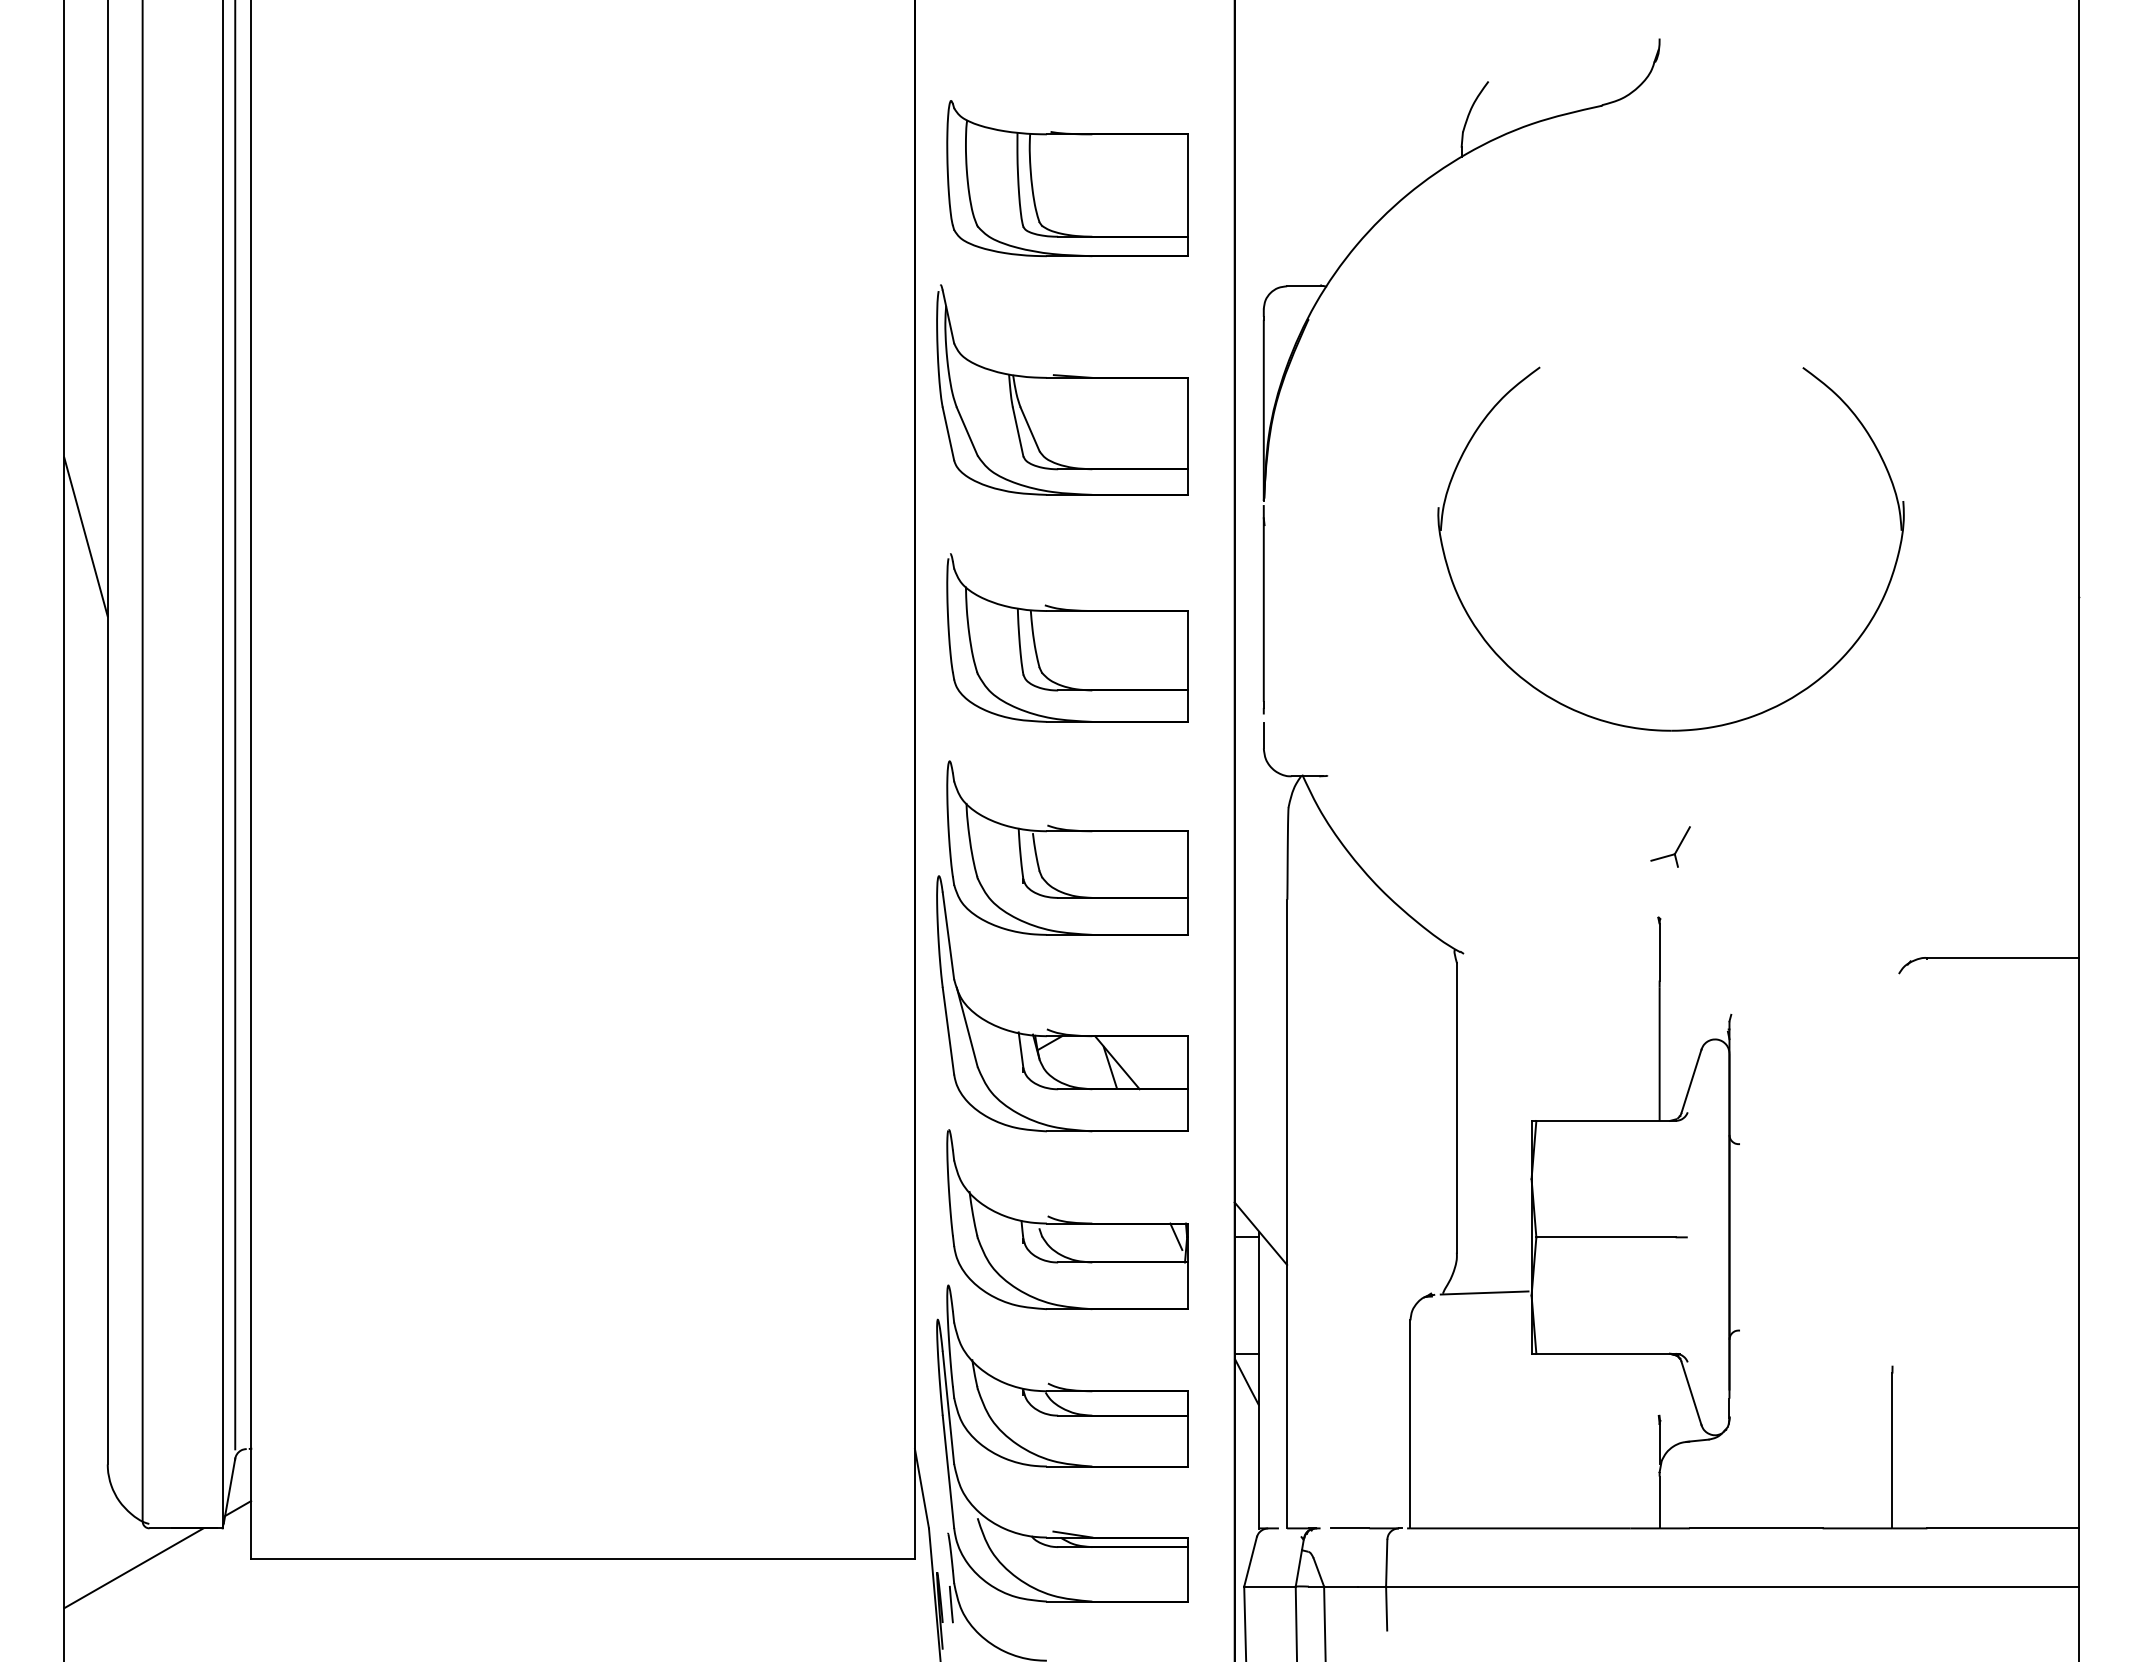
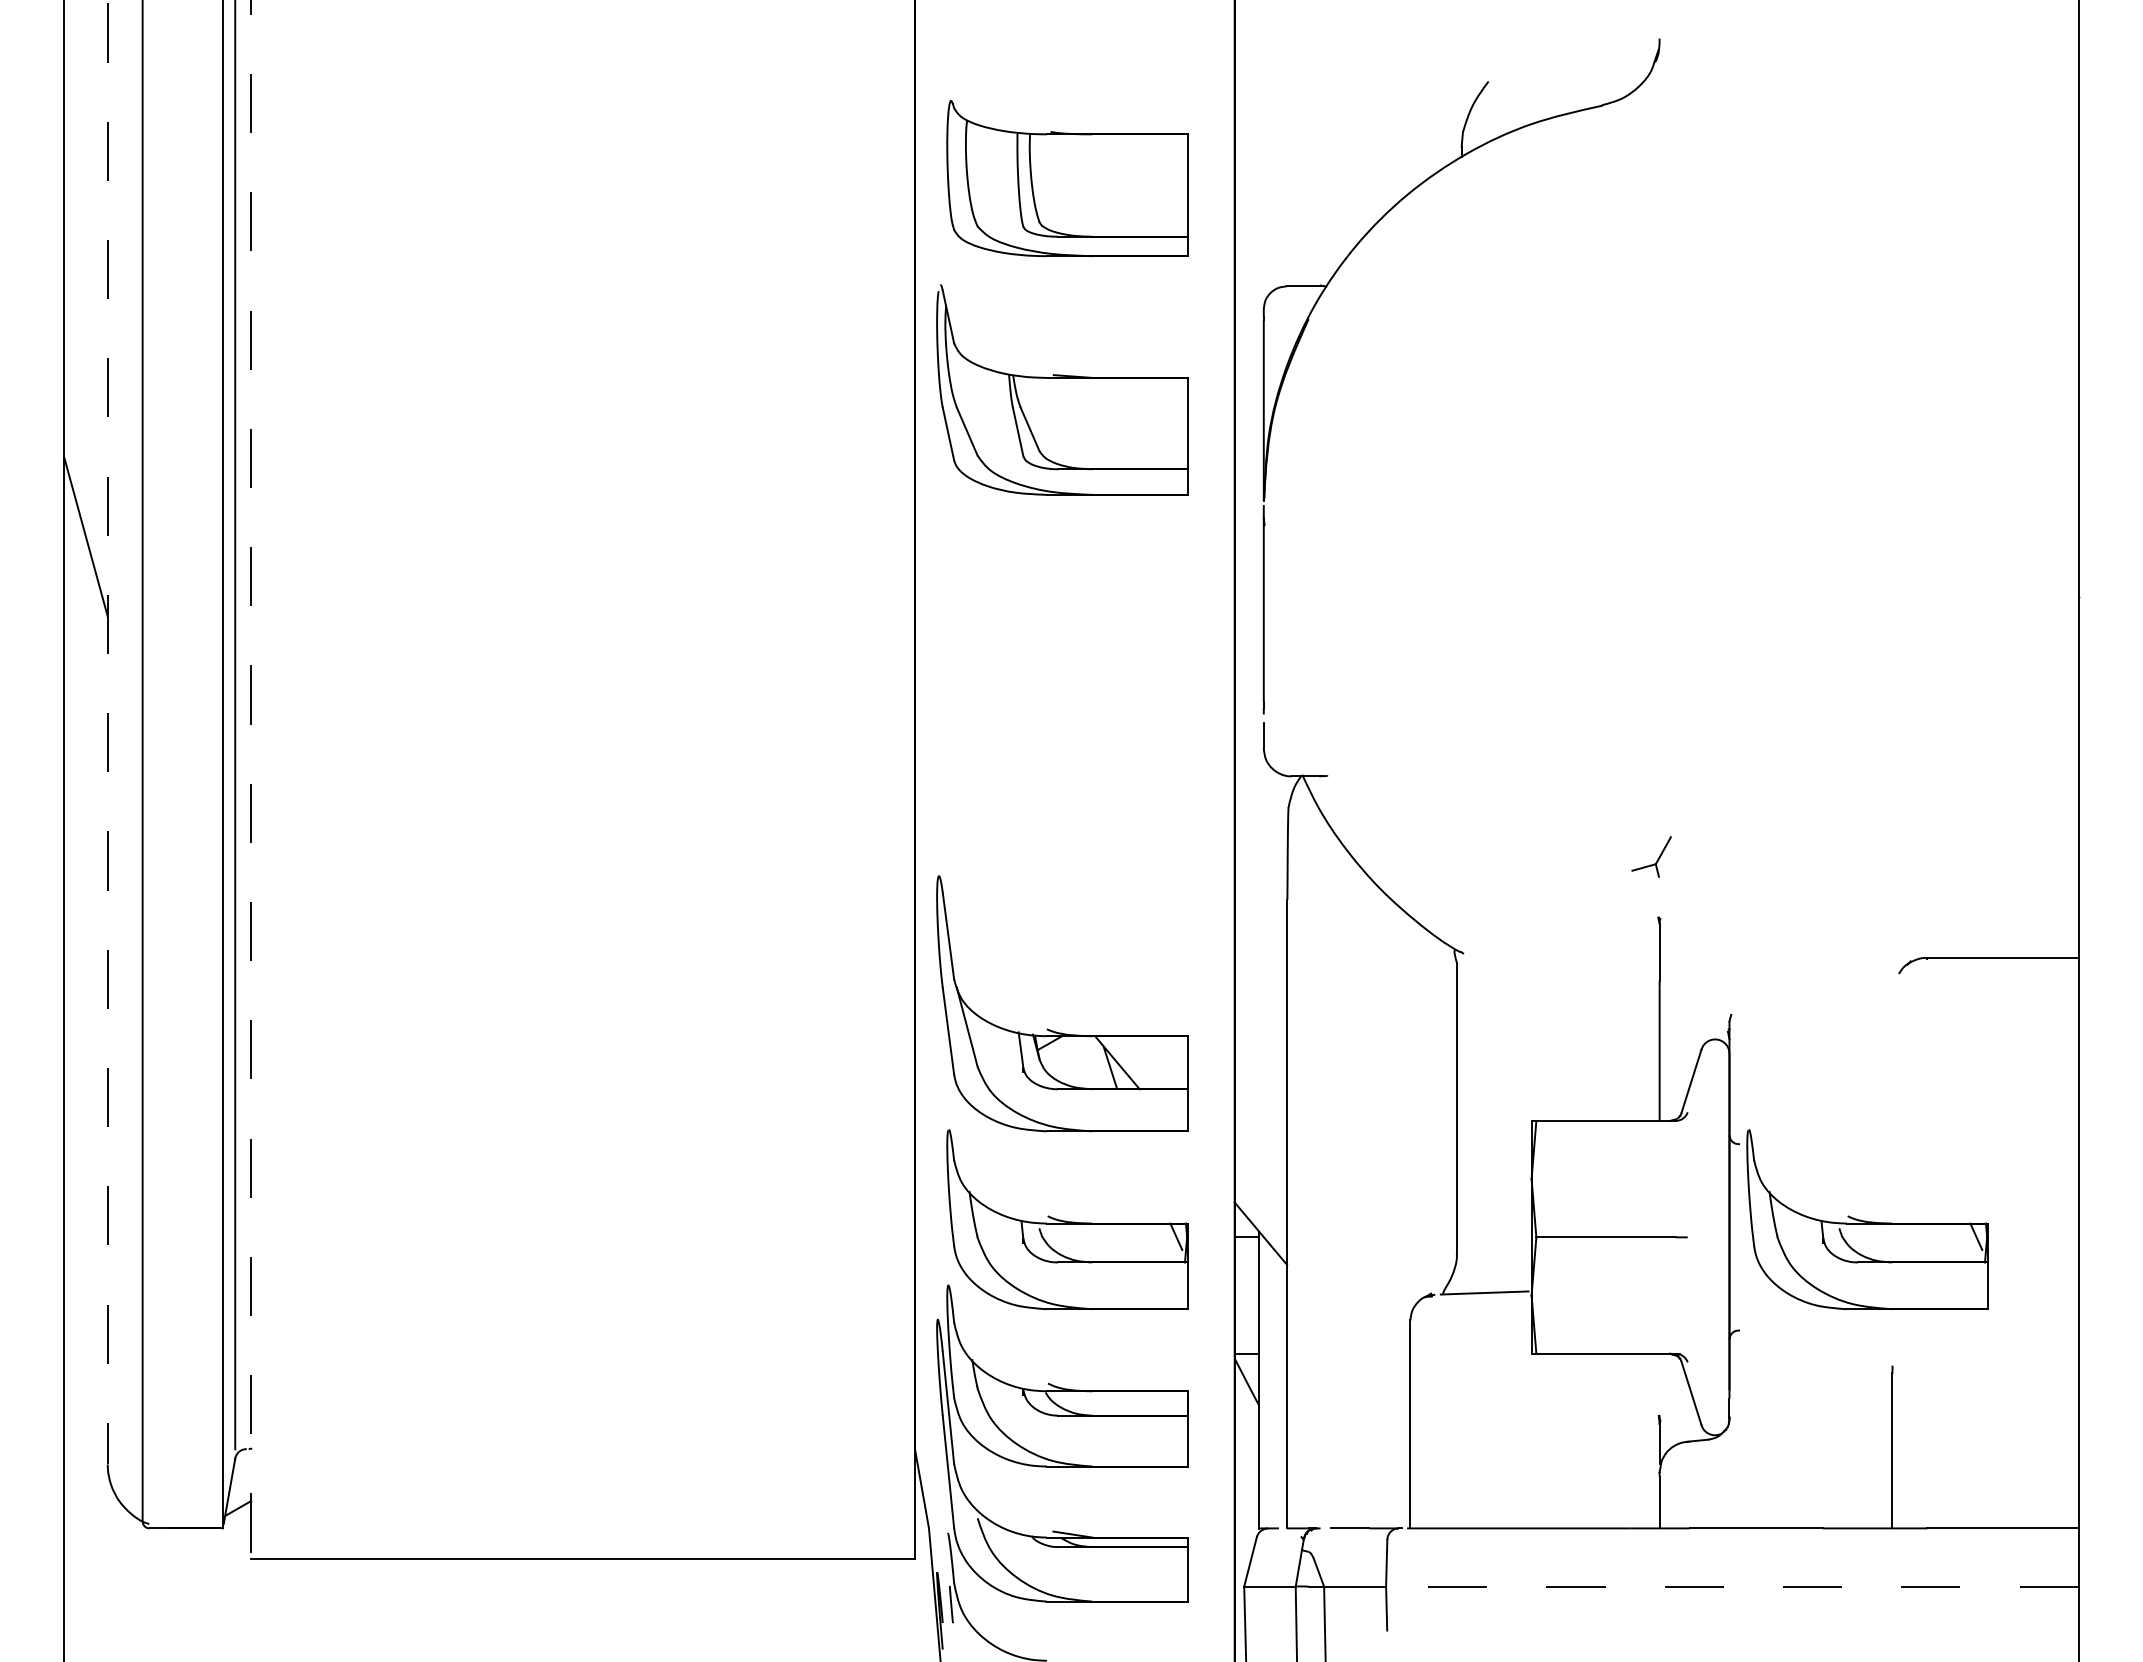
part at (1067, 637): present -> none
part at (1670, 729): present -> none
line at (107, 732): solid -> dashed
line at (251, 780): solid -> dashed
part at (1067, 847): present -> none
part at (1675, 850) position: (1675, 850) -> (1656, 860)
part at (1867, 1219): none -> present
line at (133, 1568): present -> none
line at (1731, 1586): solid -> dashed
